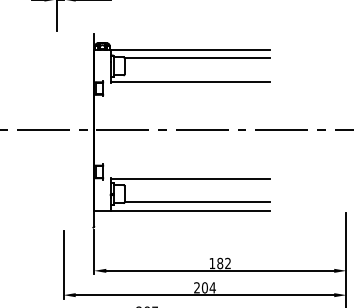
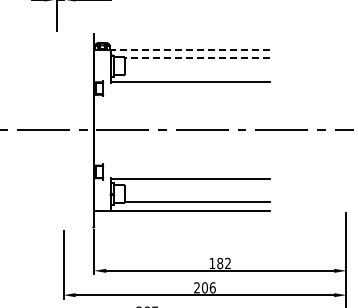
line at (190, 49): solid -> dashed
line at (197, 58): solid -> dashed
text at (212, 287): 204 -> 206
